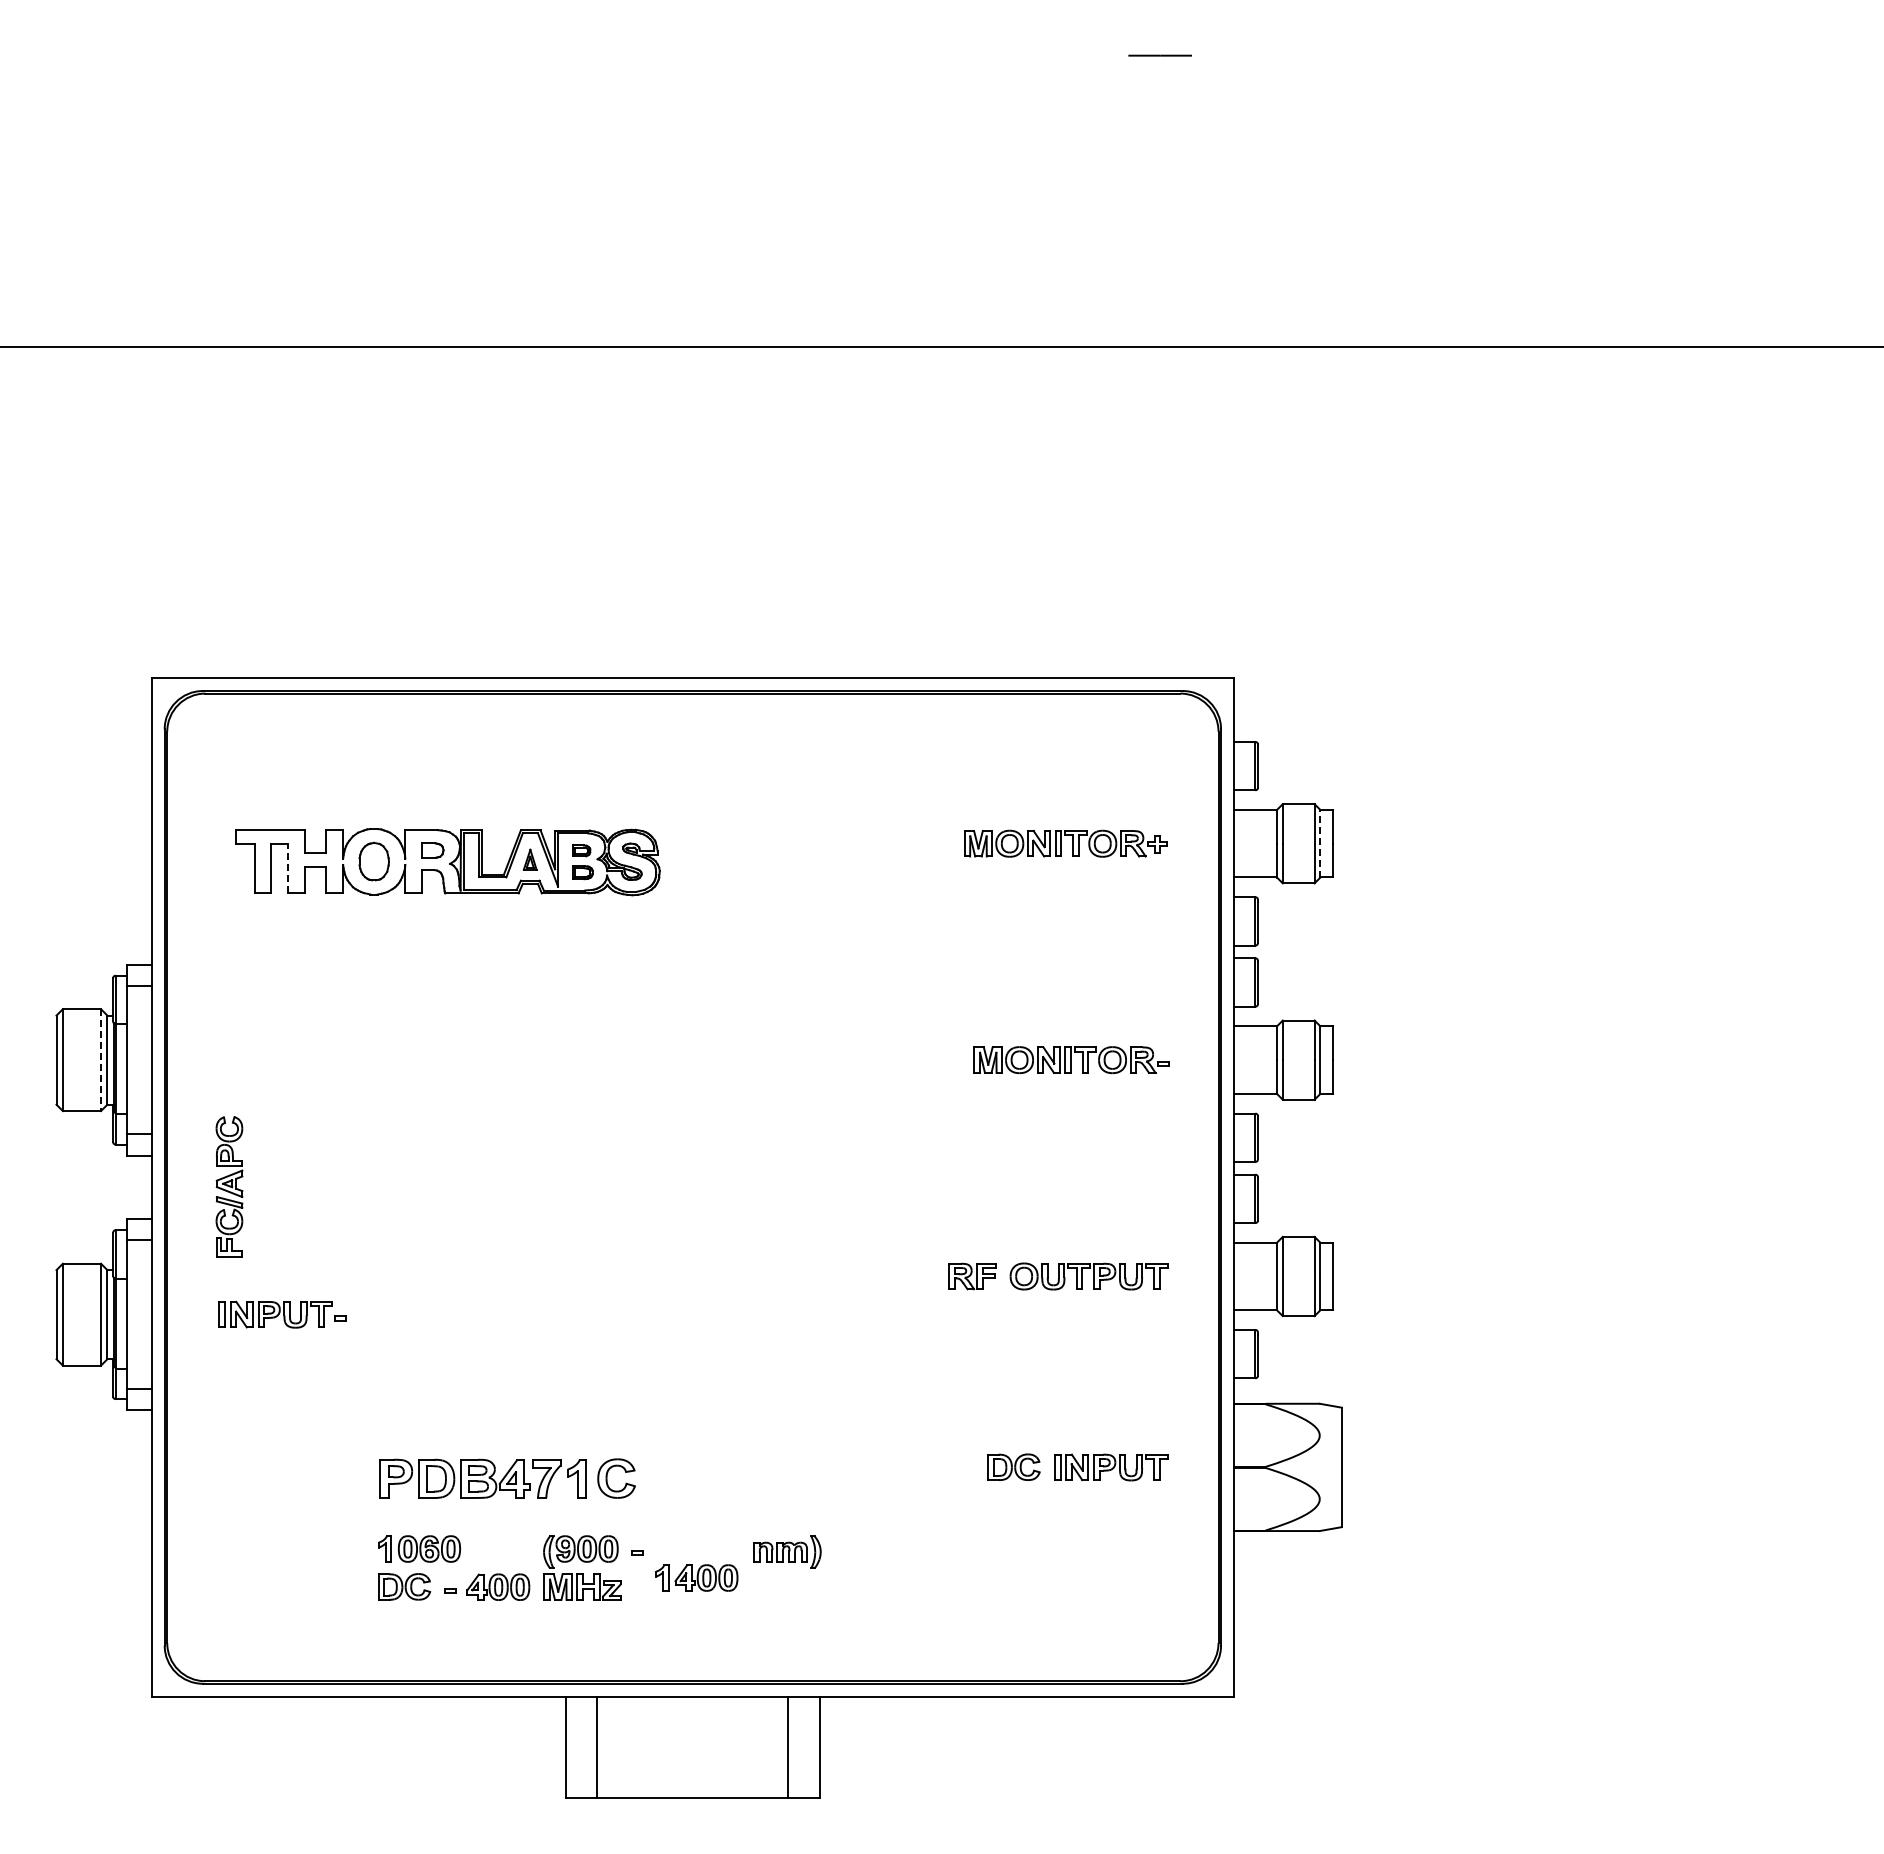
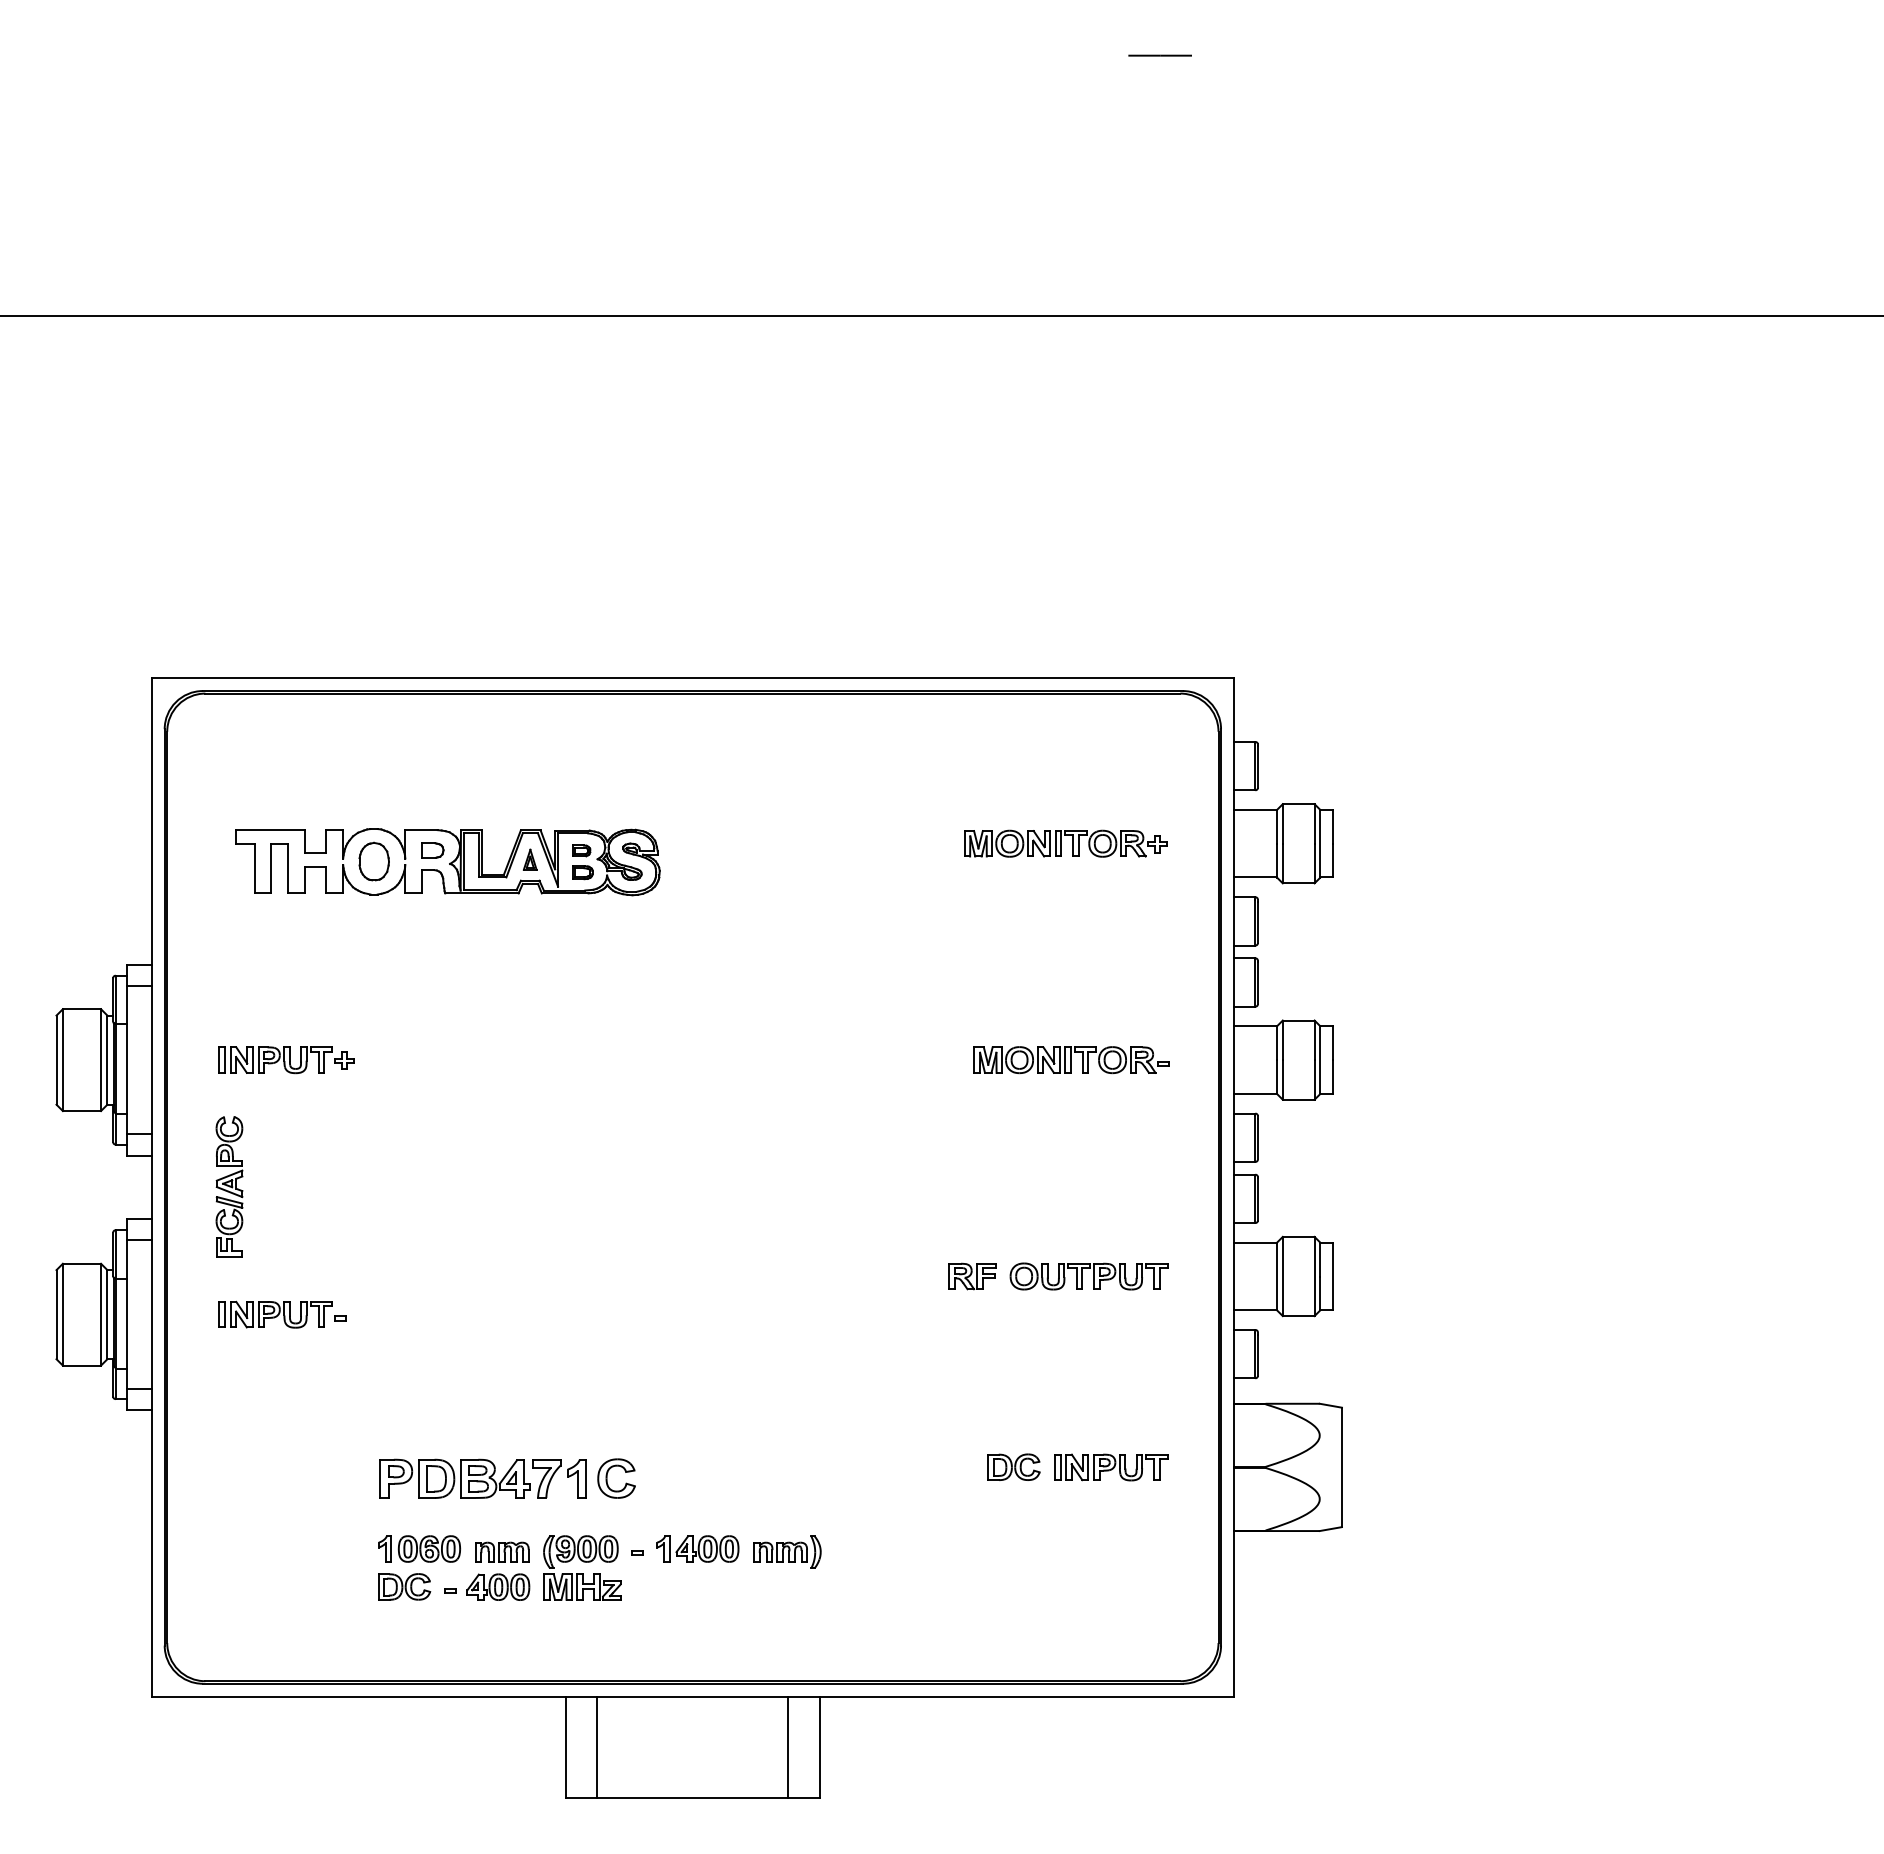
line at (941, 346) position: (941, 346) -> (941, 315)
line at (1320, 843): dashed -> solid
line at (288, 868): dashed -> solid
line at (101, 1060): dashed -> solid
part at (286, 1060): none -> present
part at (502, 1551): none -> present
part at (696, 1577) position: (696, 1577) -> (697, 1548)
